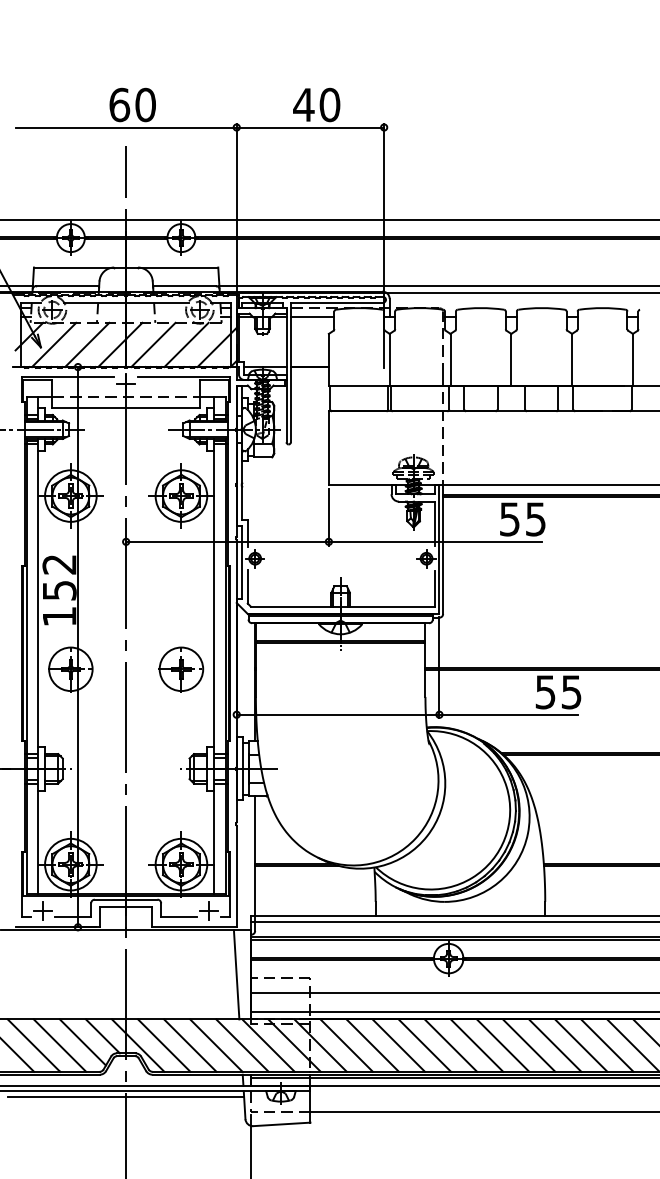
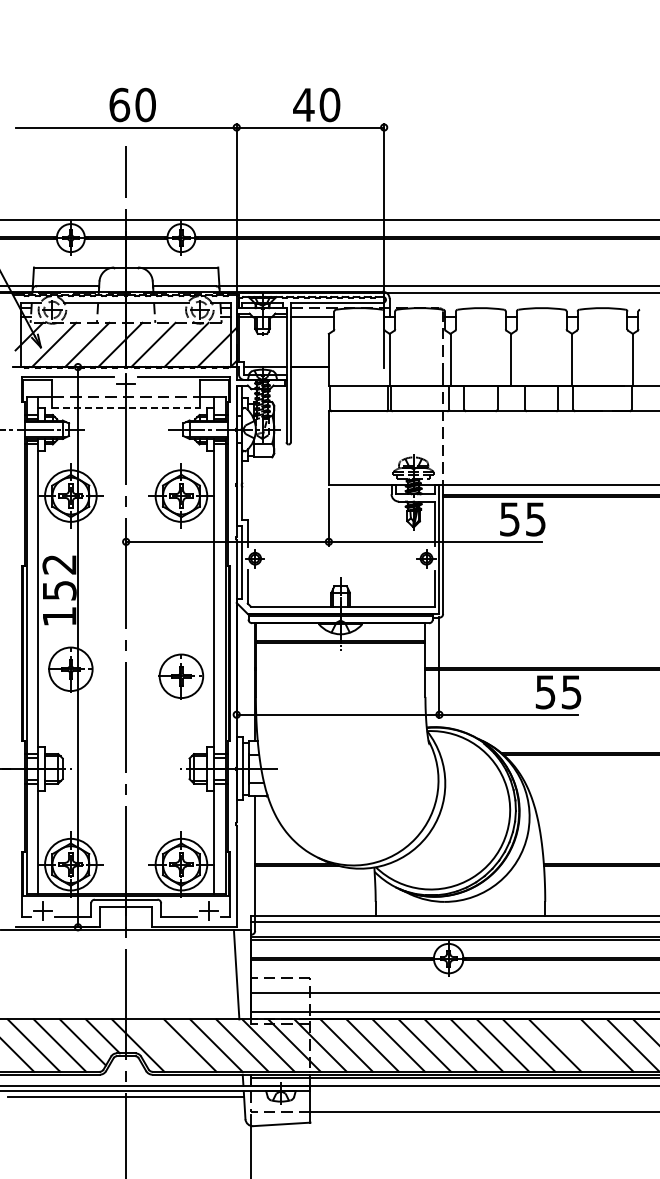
line at (126, 407): solid -> dashed
part at (181, 669) position: (181, 669) -> (181, 676)
line at (164, 1045): present -> none
line at (581, 1045): present -> none
